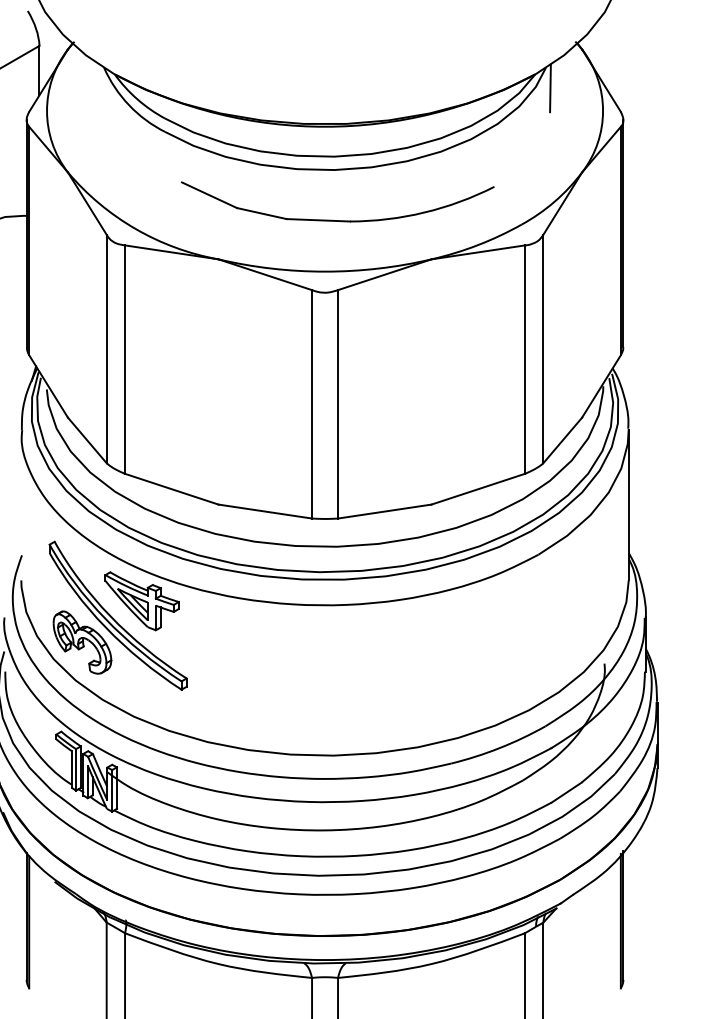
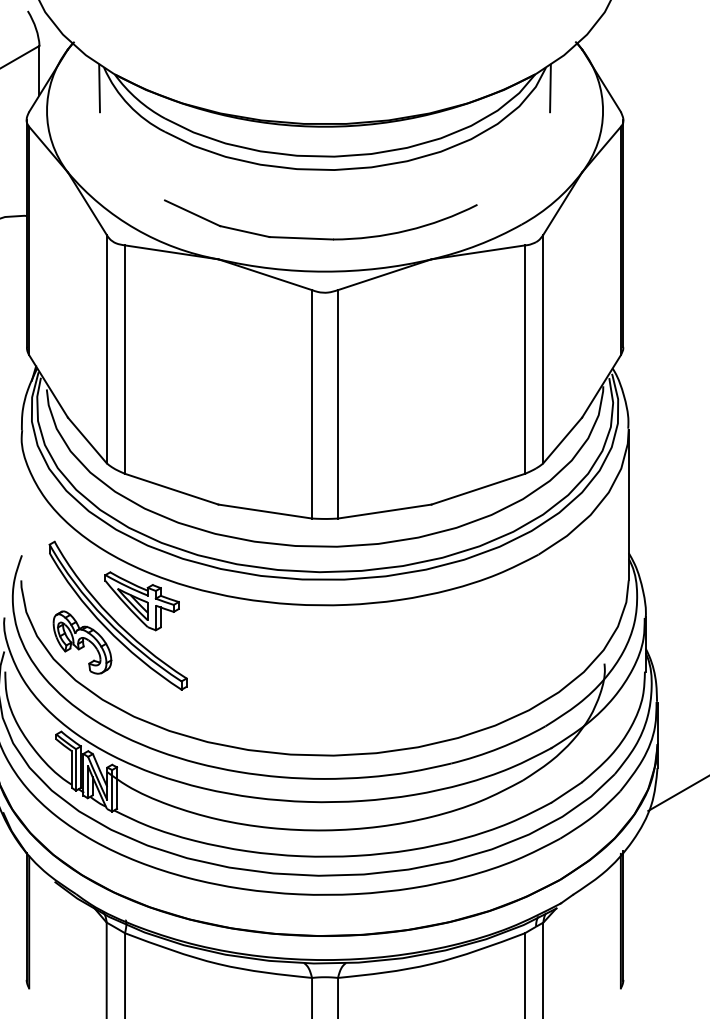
line at (99, 88): none -> present
part at (332, 219) position: (332, 219) -> (315, 237)
line at (677, 793): none -> present
